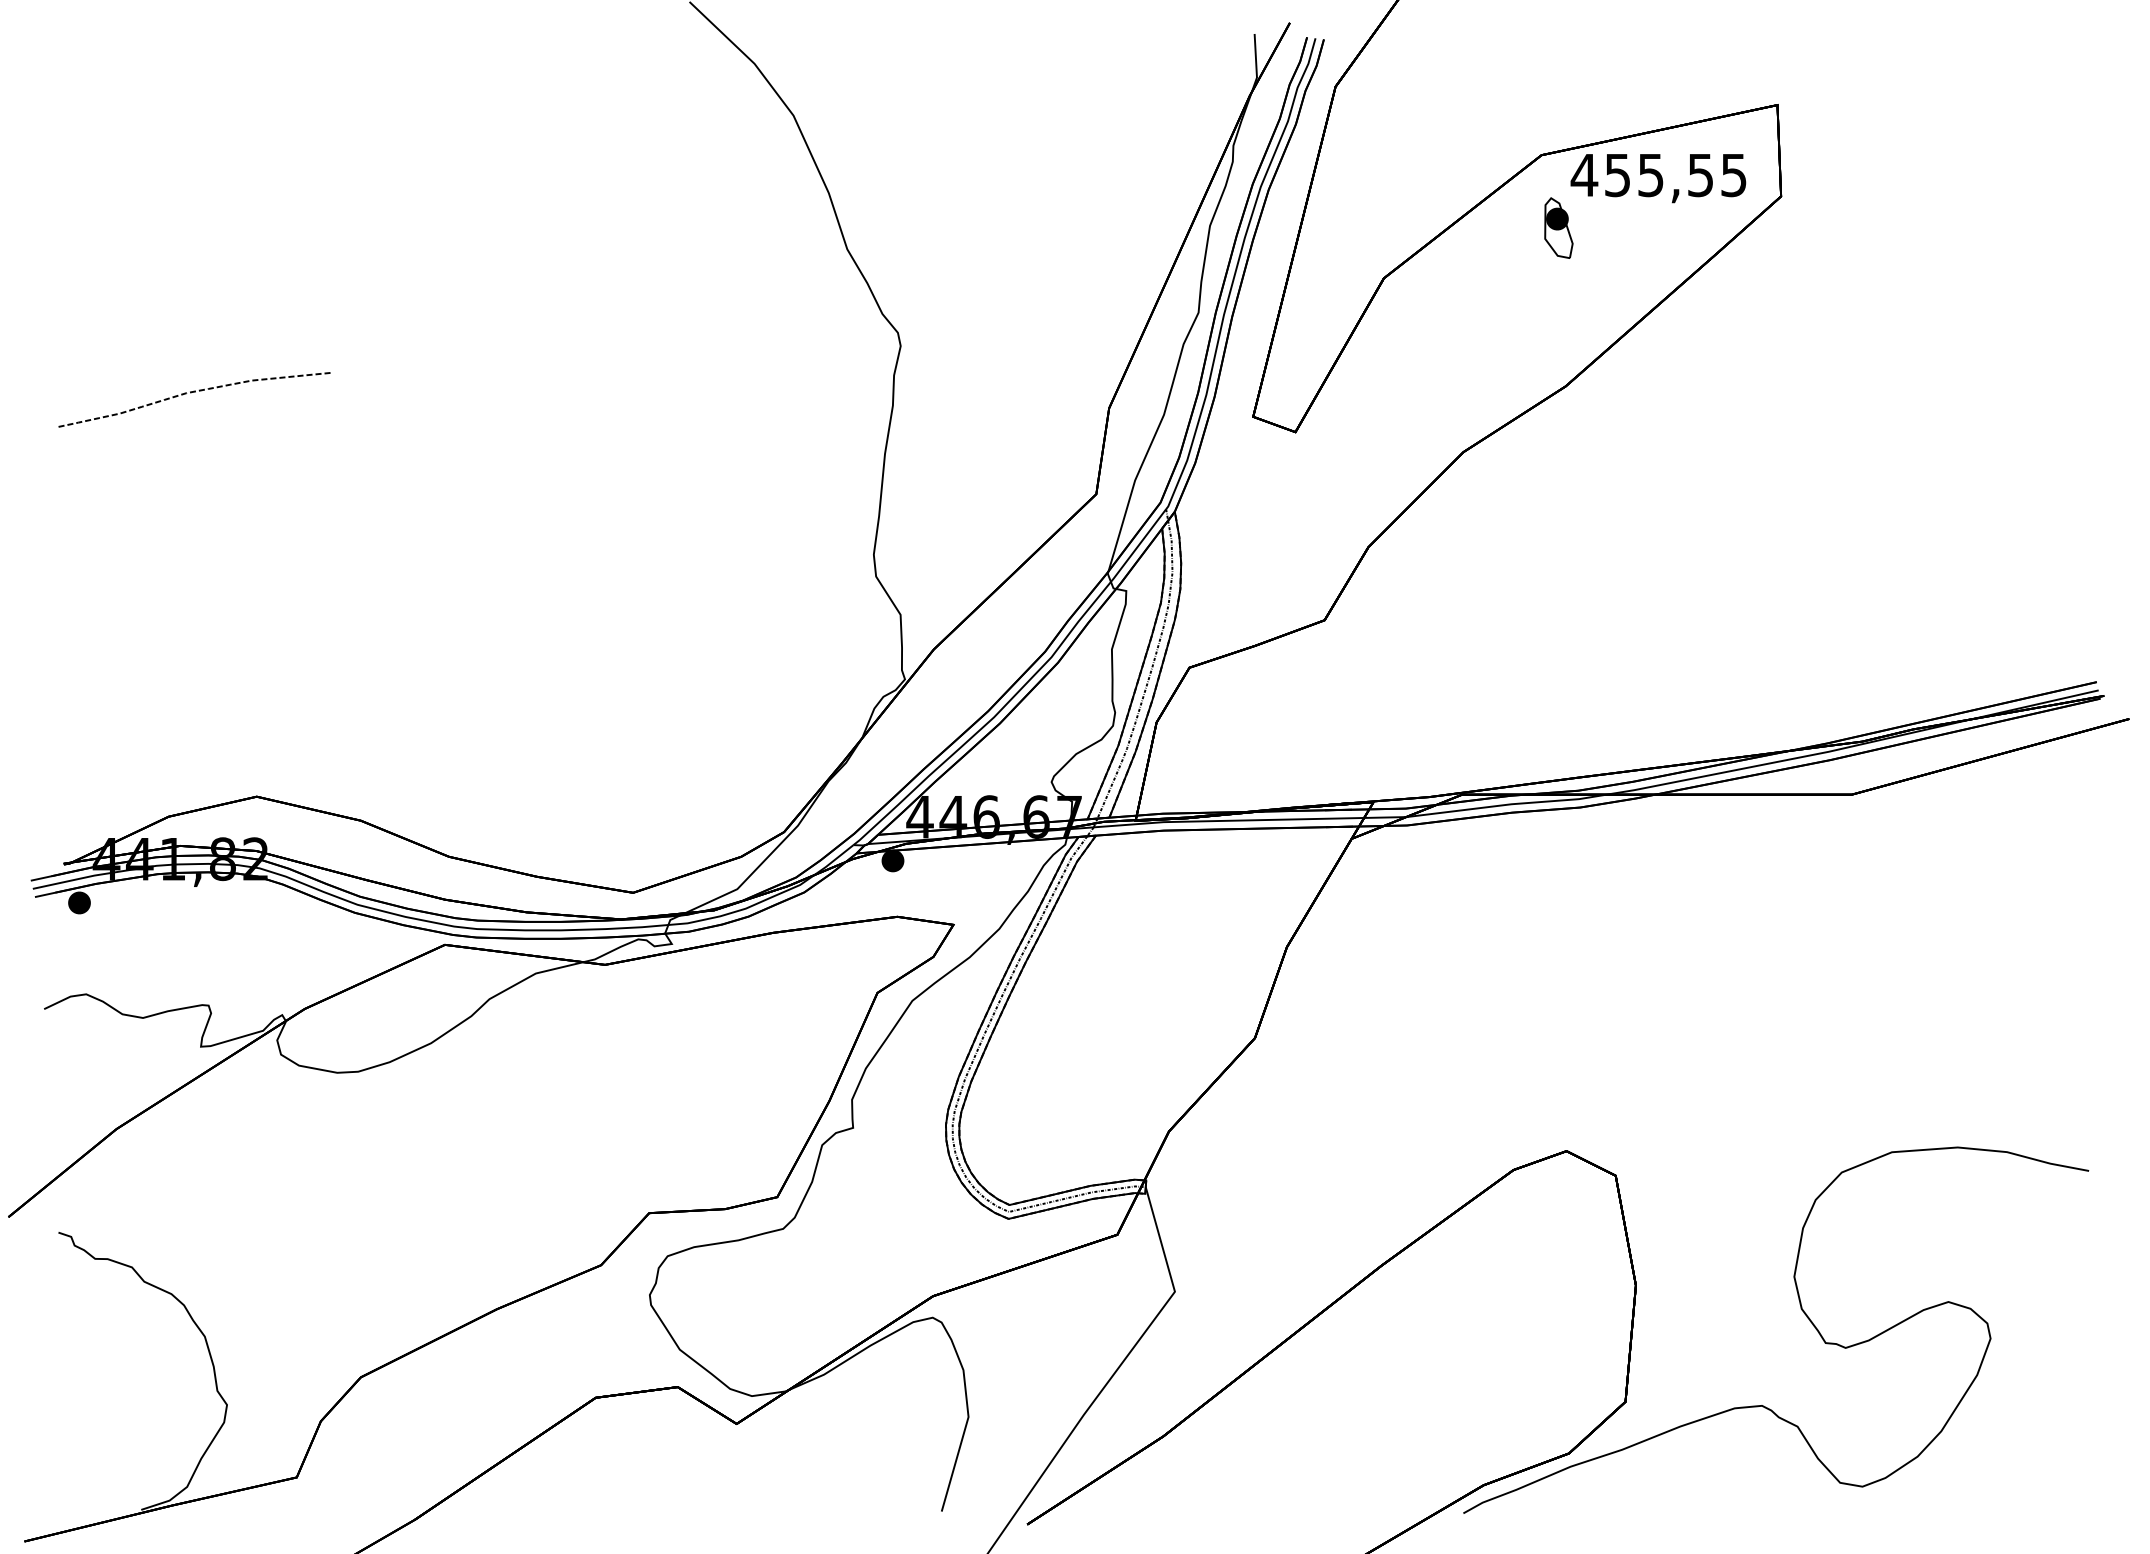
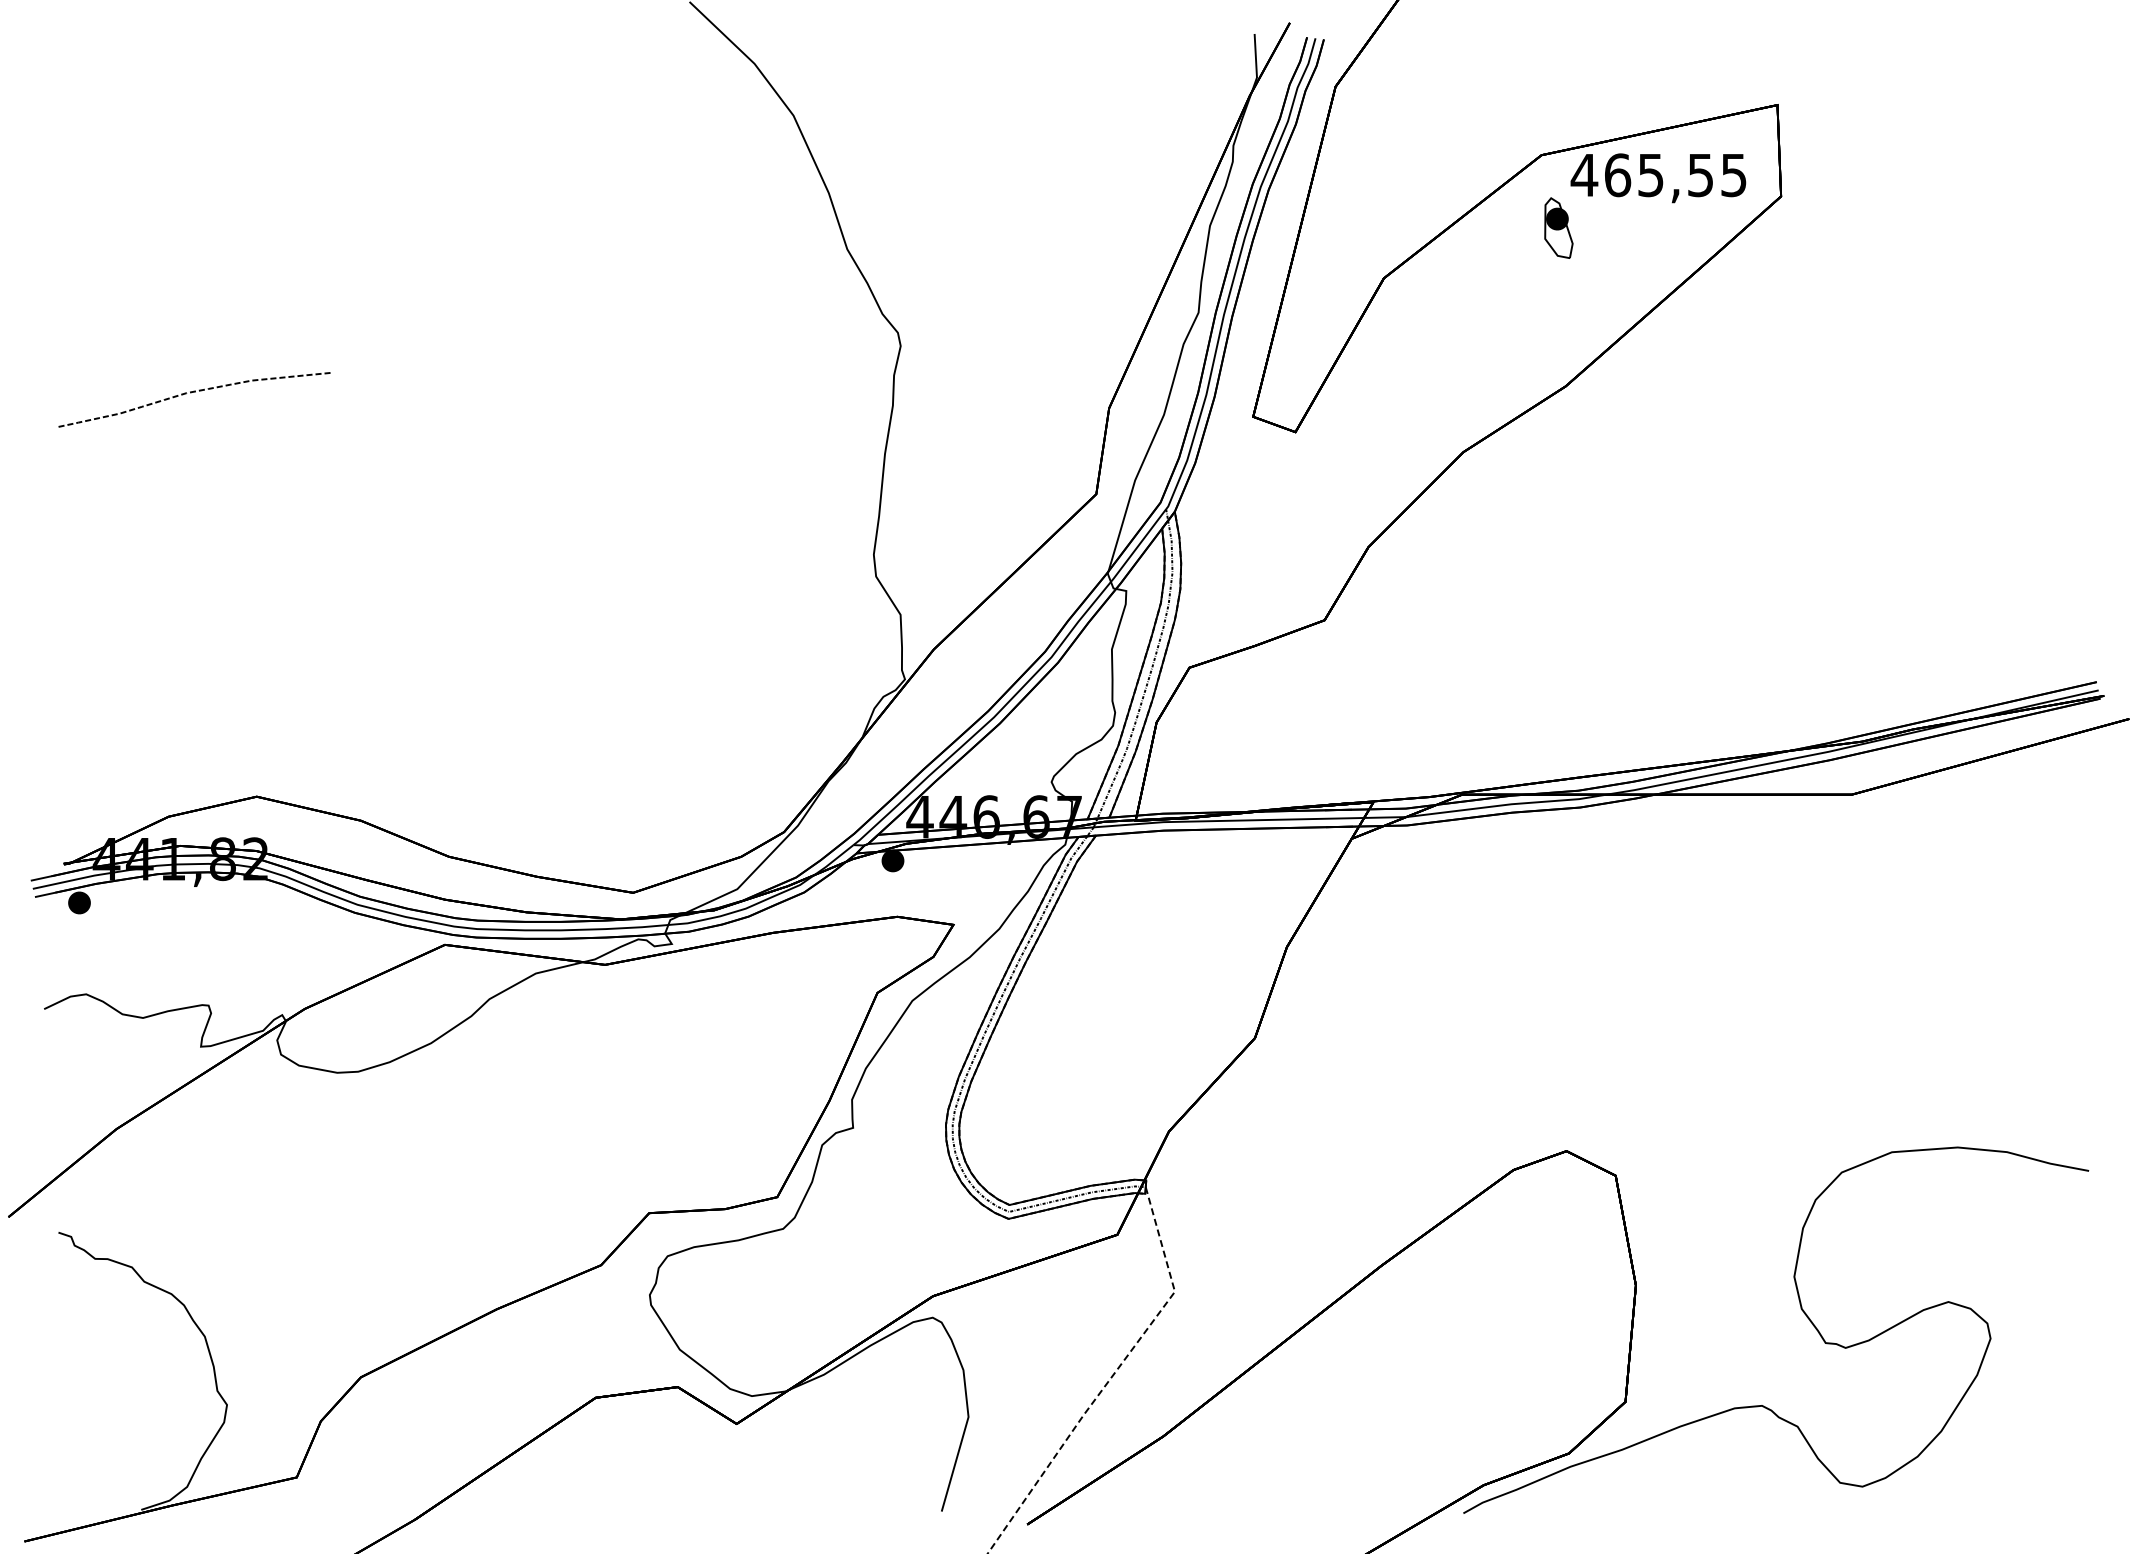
text at (1618, 175): 455,55 -> 465,55
line at (1111, 1377): solid -> dashed
